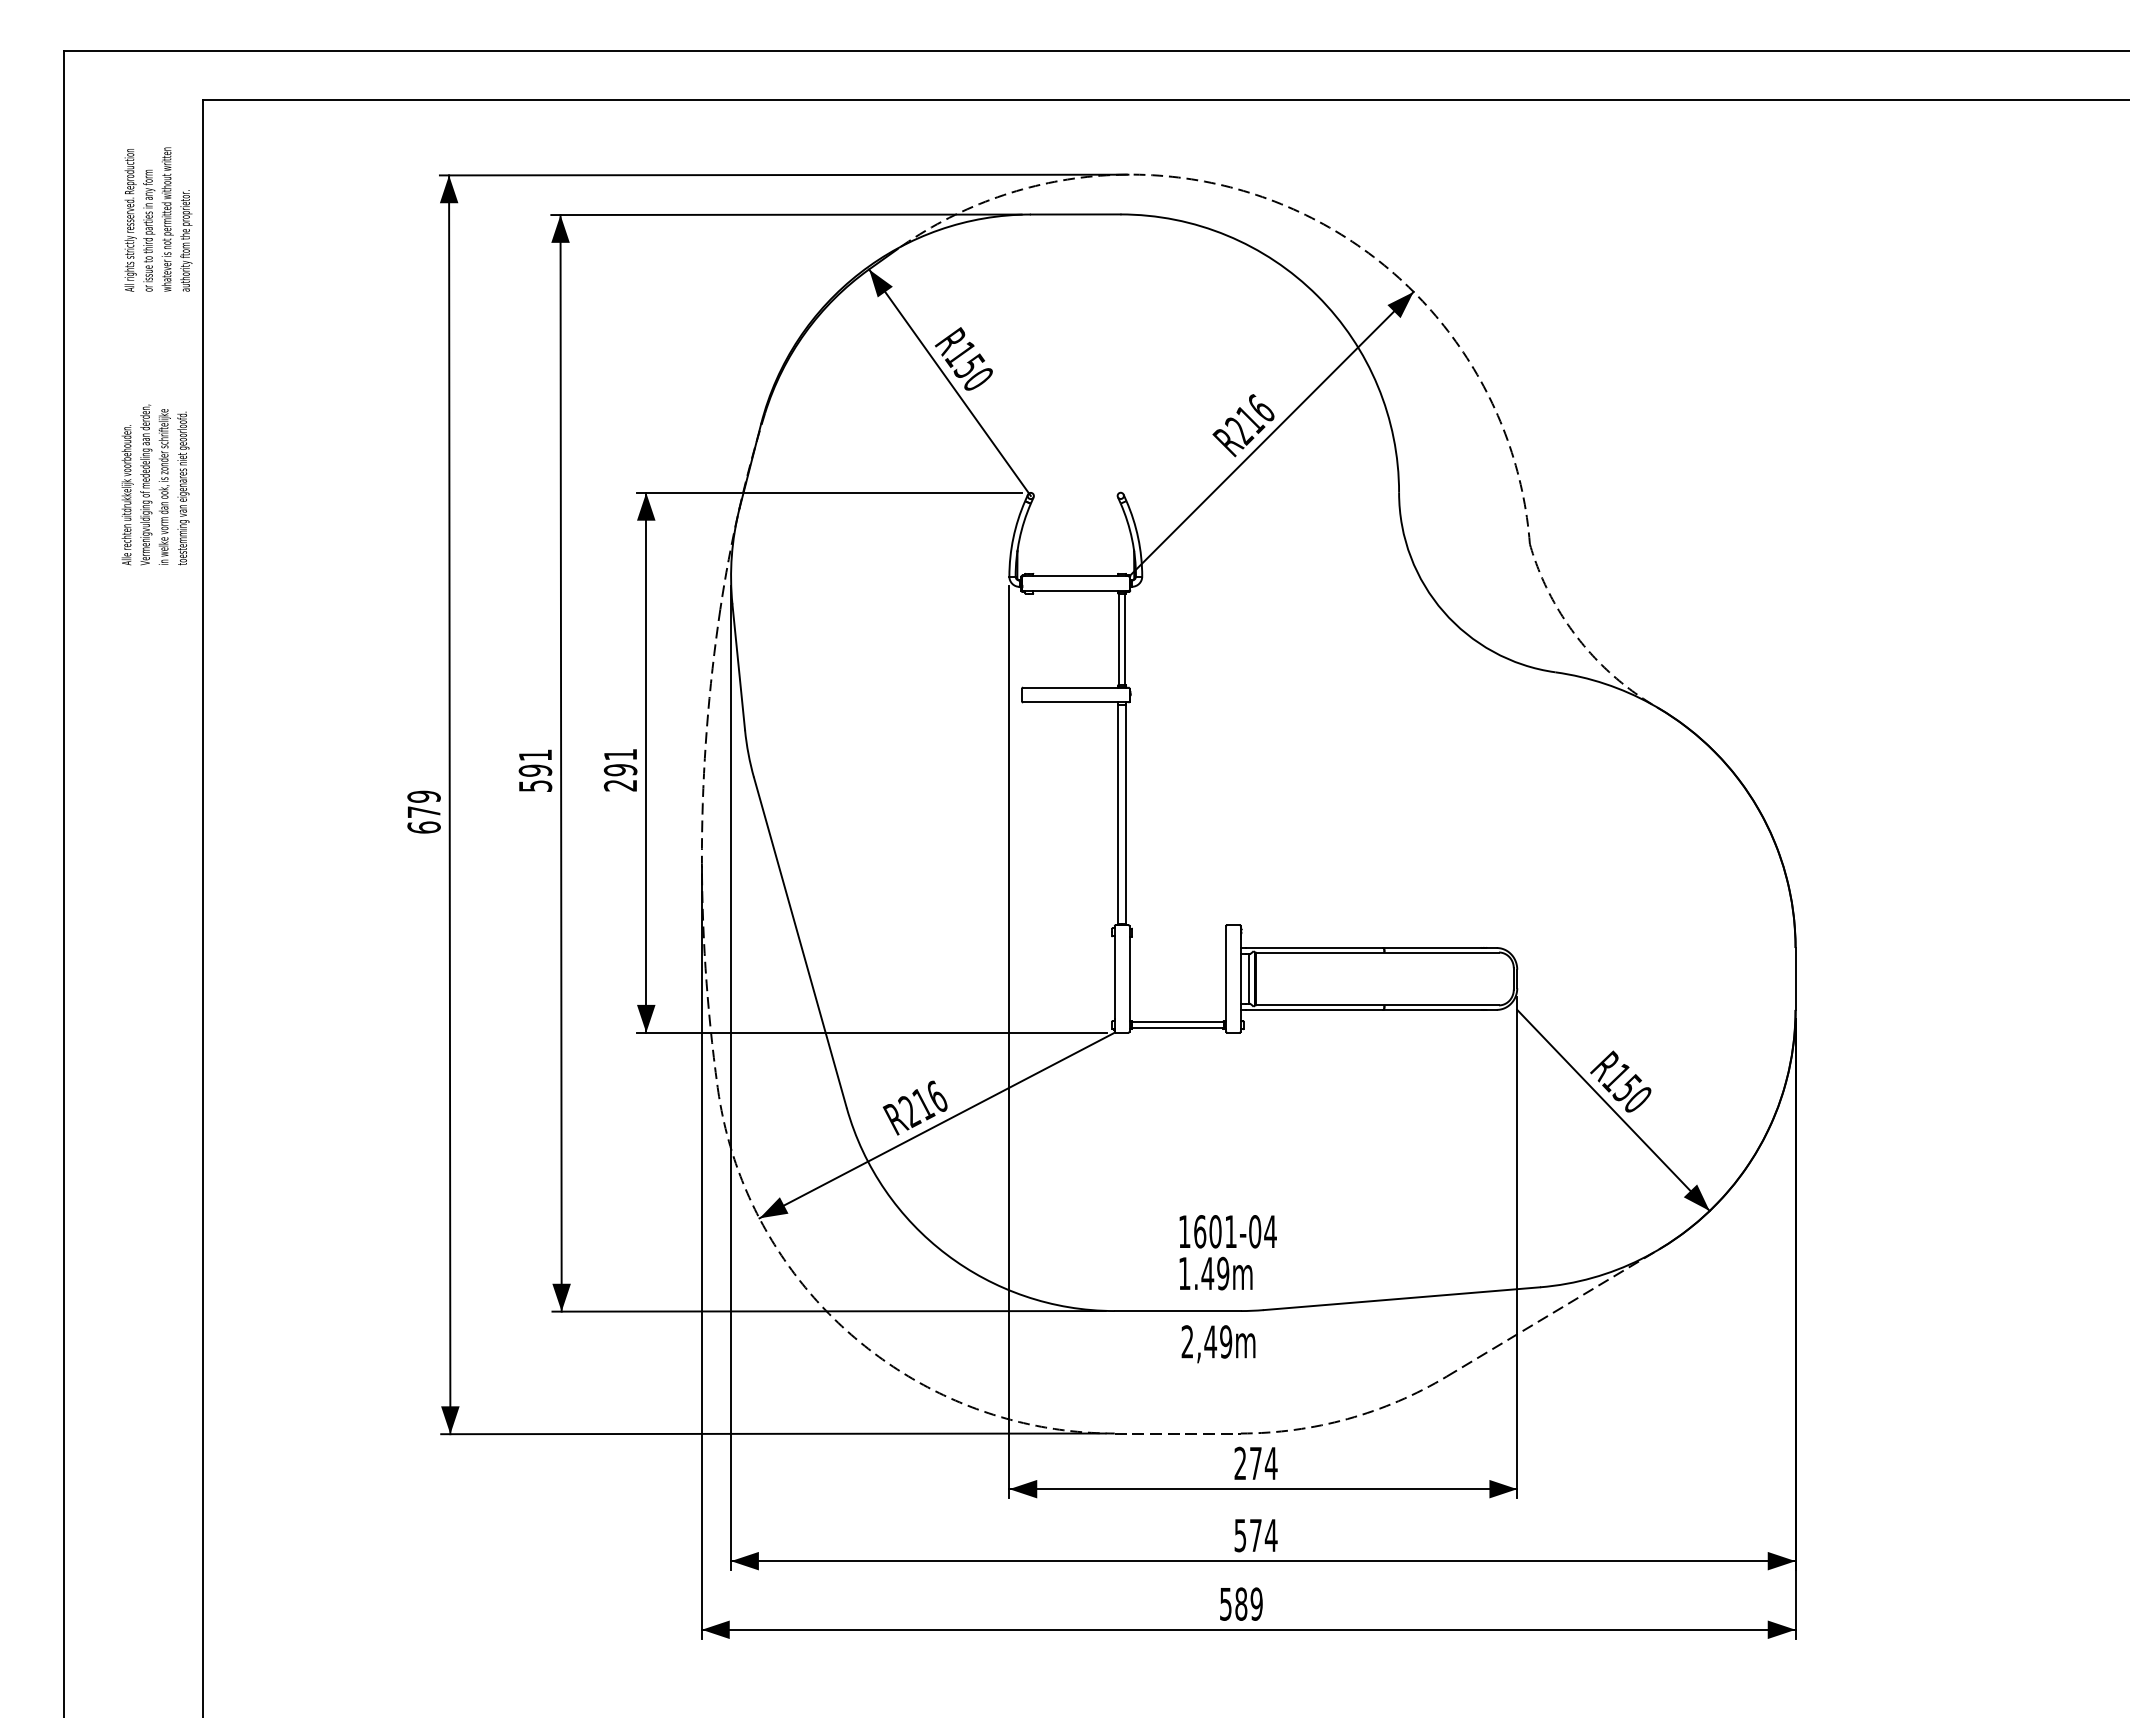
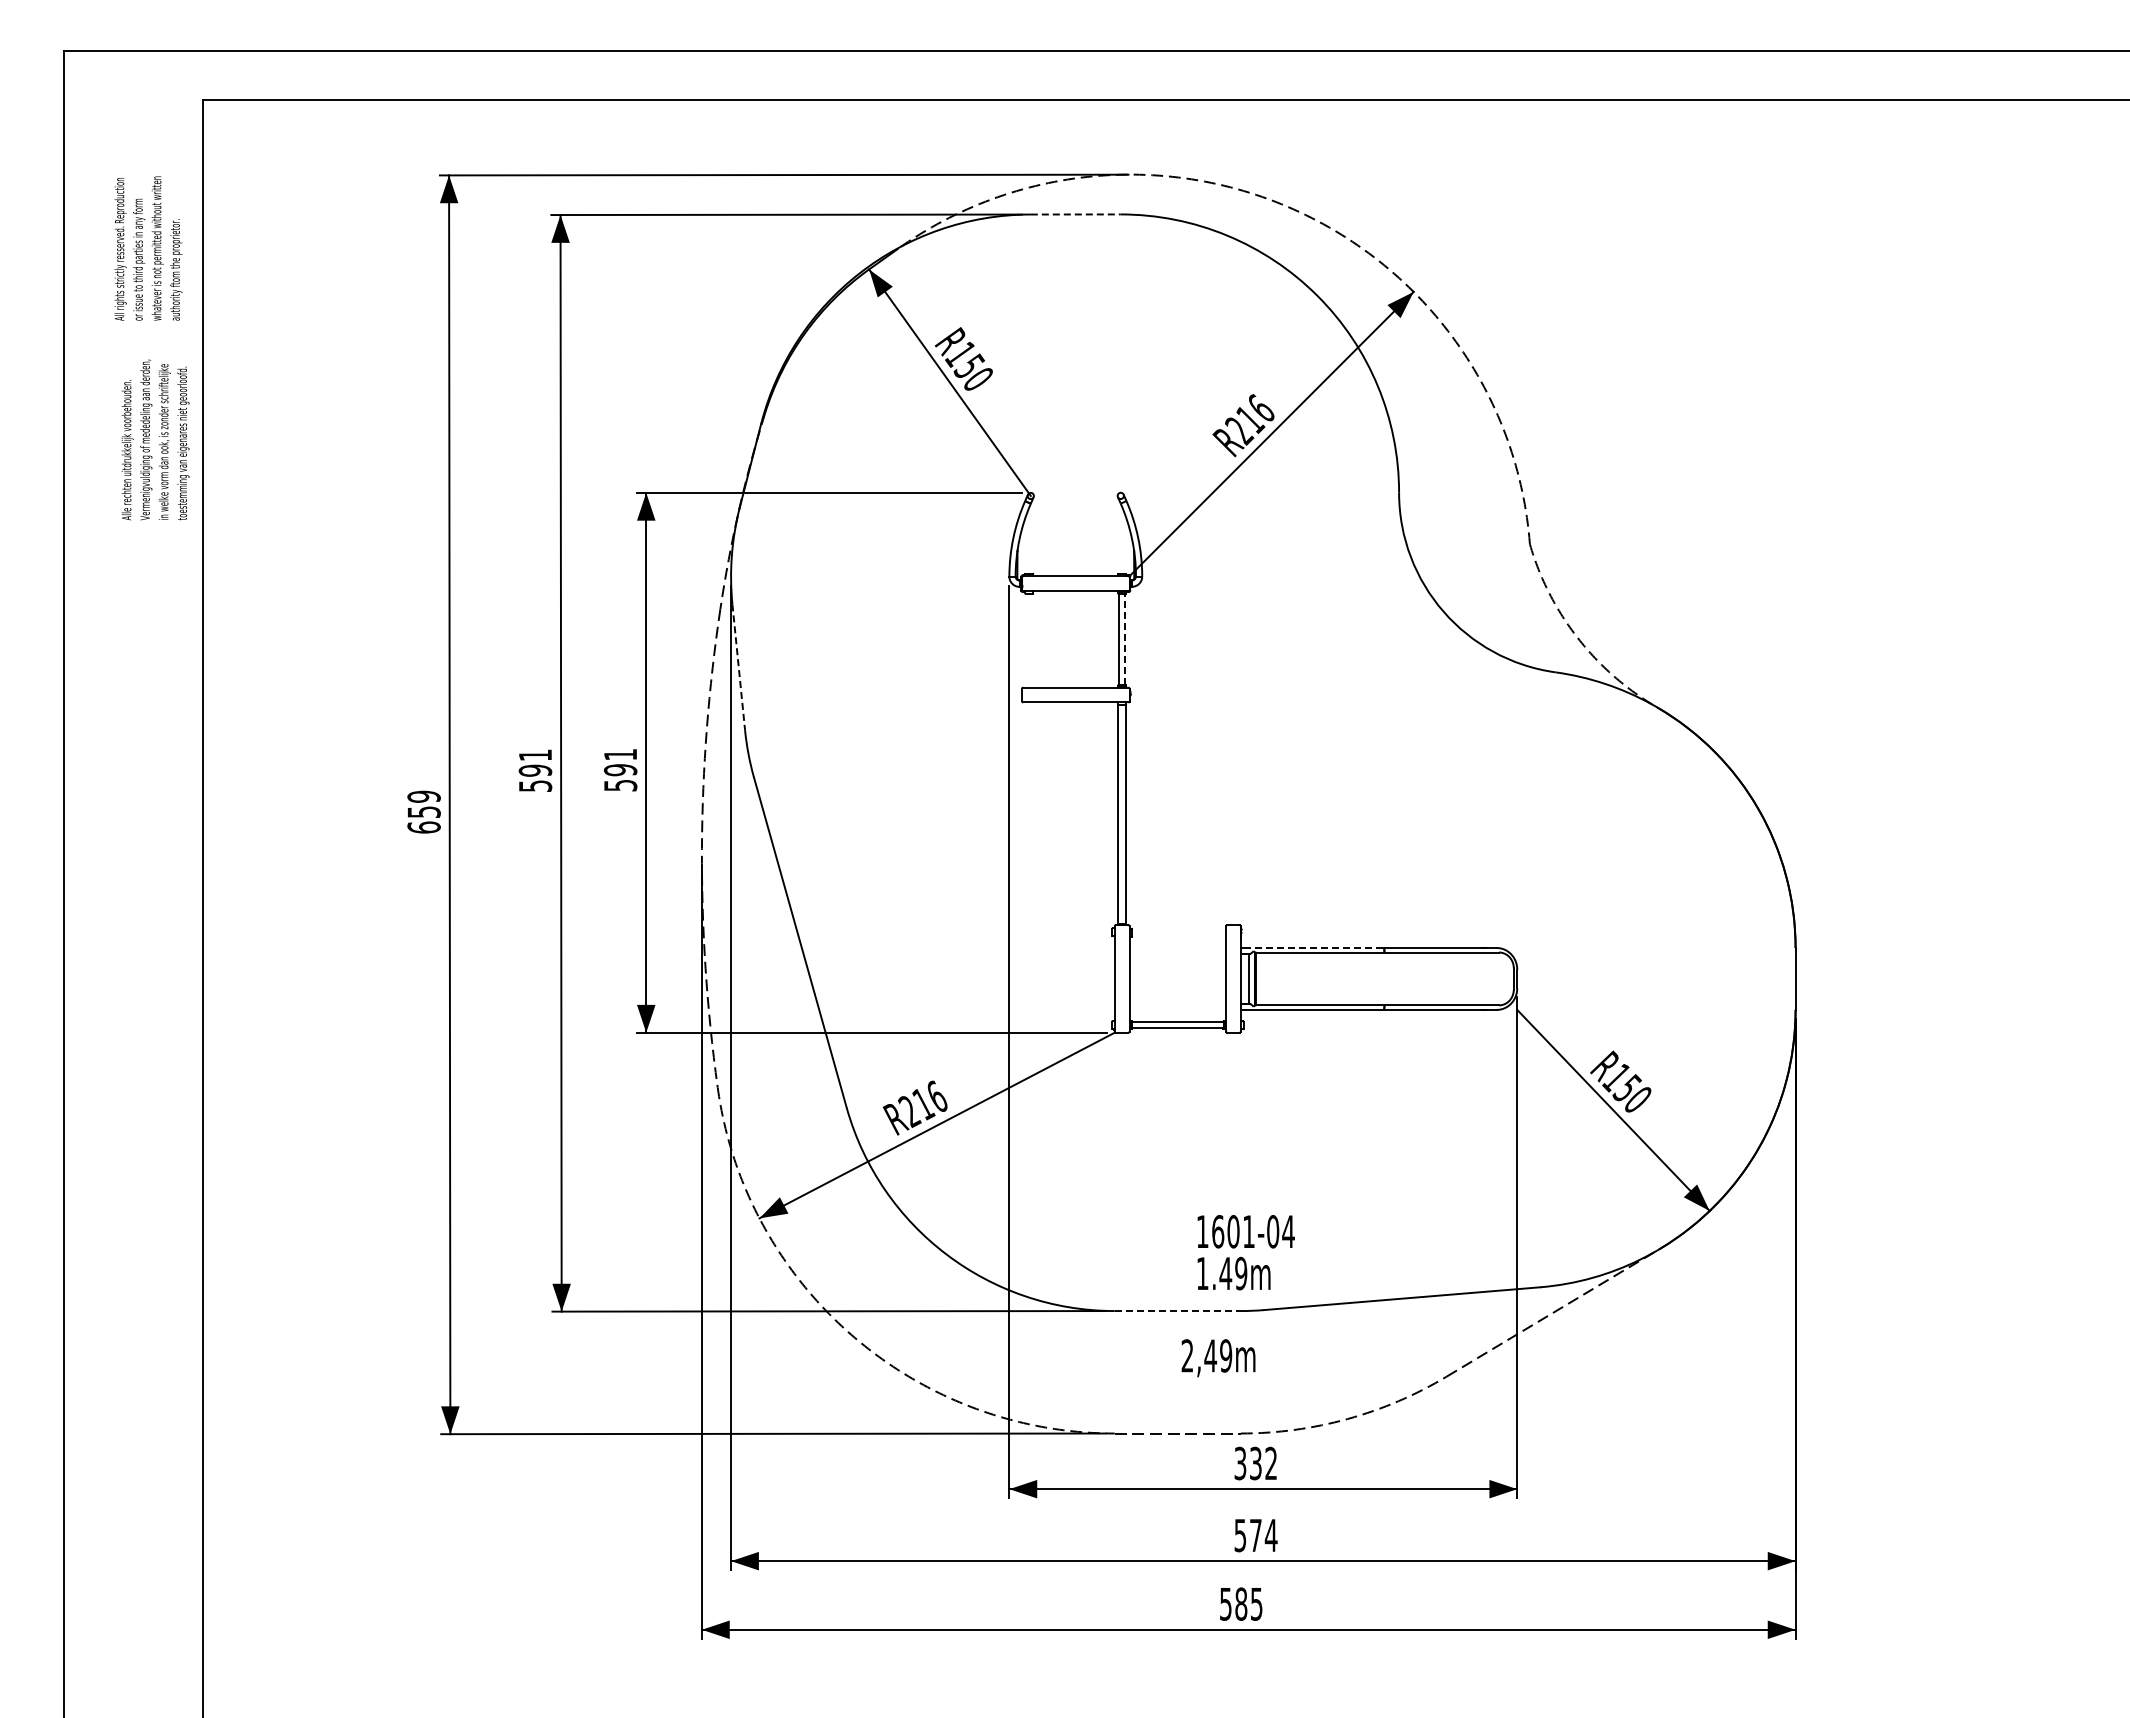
line at (1075, 214): solid -> dashed
text at (158, 219) position: (158, 219) -> (148, 248)
text at (155, 484) position: (155, 484) -> (155, 439)
line at (1125, 639): solid -> dashed
line at (738, 667): solid -> dashed
text at (620, 785): 291 -> 591
text at (423, 811): 679 -> 659
line at (1314, 948): solid -> dashed
text at (1227, 1252) position: (1227, 1252) -> (1245, 1252)
line at (1178, 1311): solid -> dashed
text at (1218, 1344) position: (1218, 1344) -> (1218, 1358)
text at (1255, 1463): 274 -> 332
text at (1256, 1603): 589 -> 585
